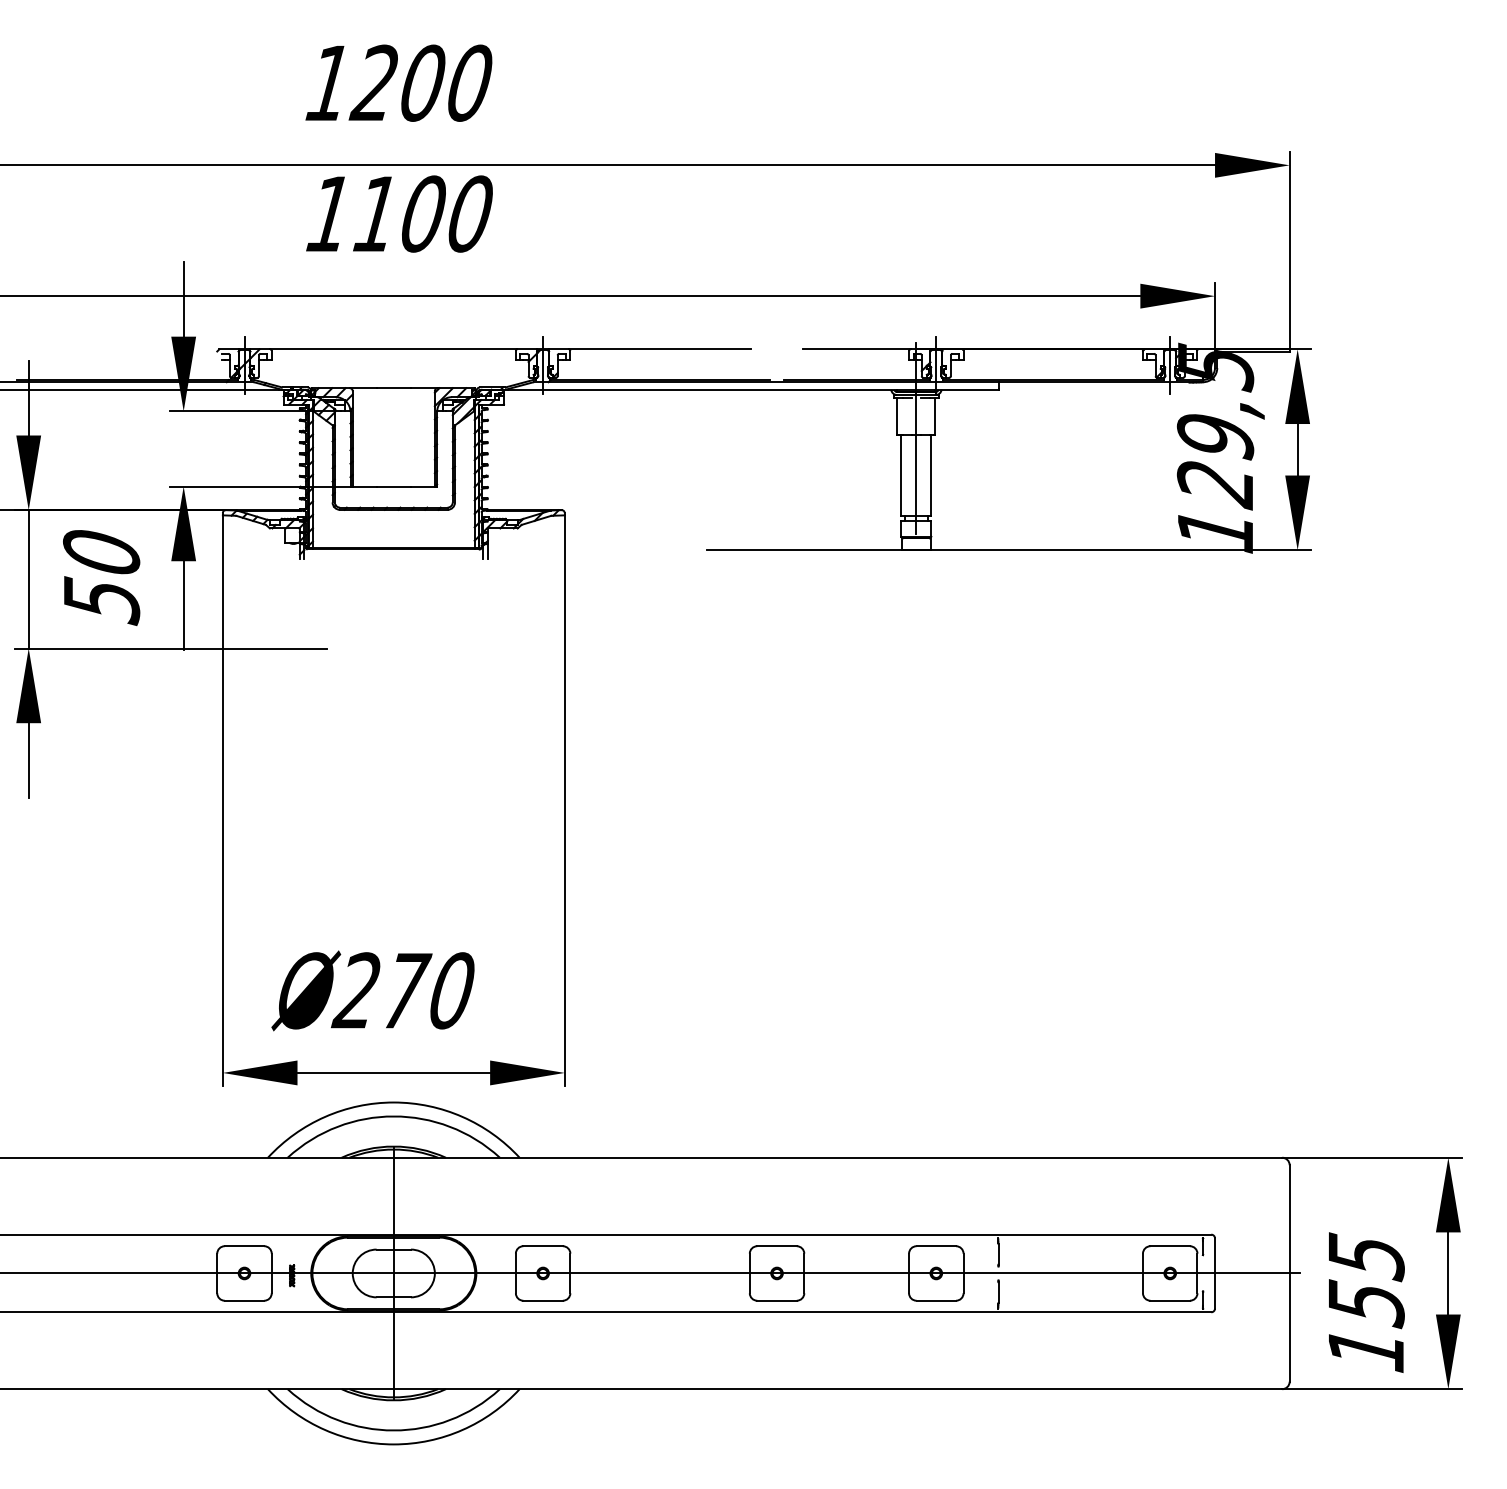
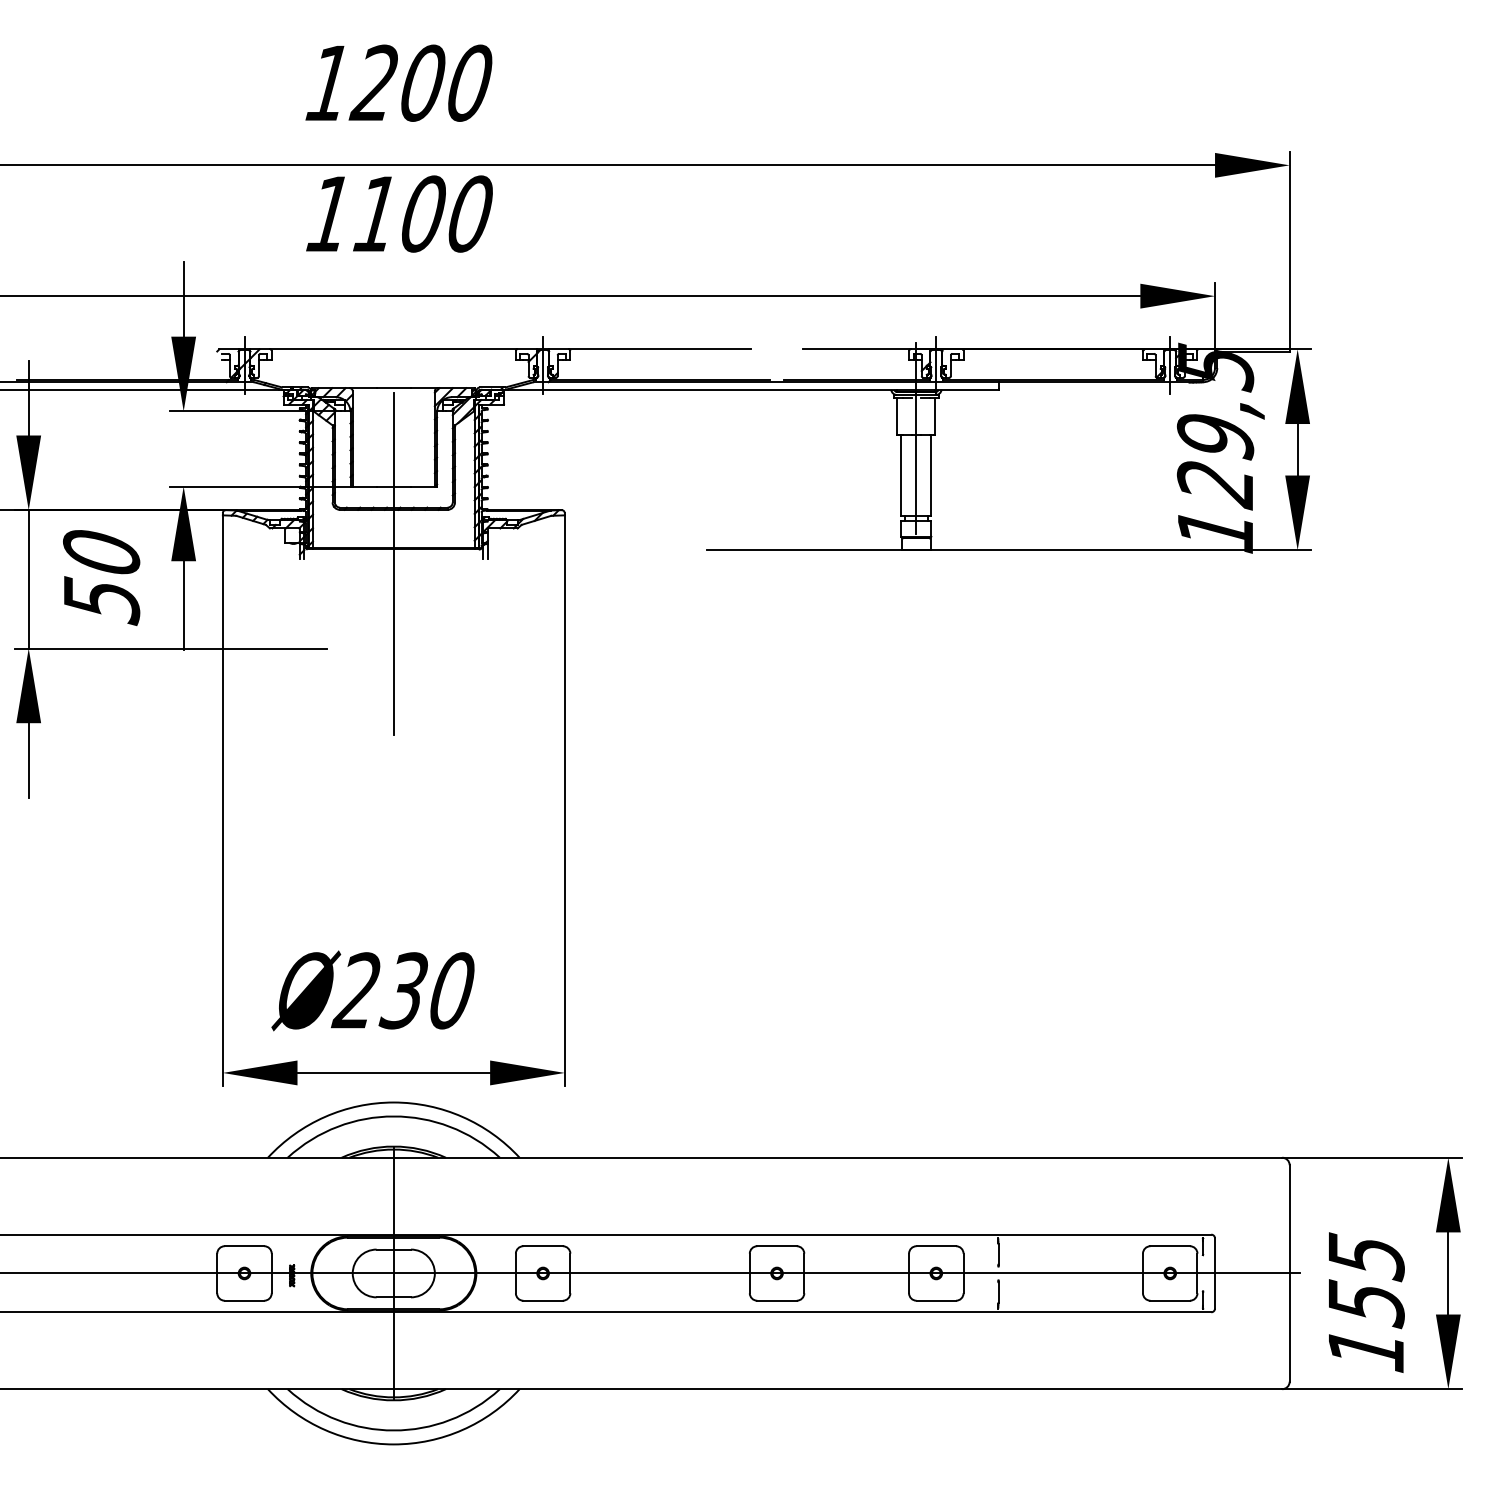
line at (393, 564): none -> present
text at (405, 990): Ø270 -> Ø230
